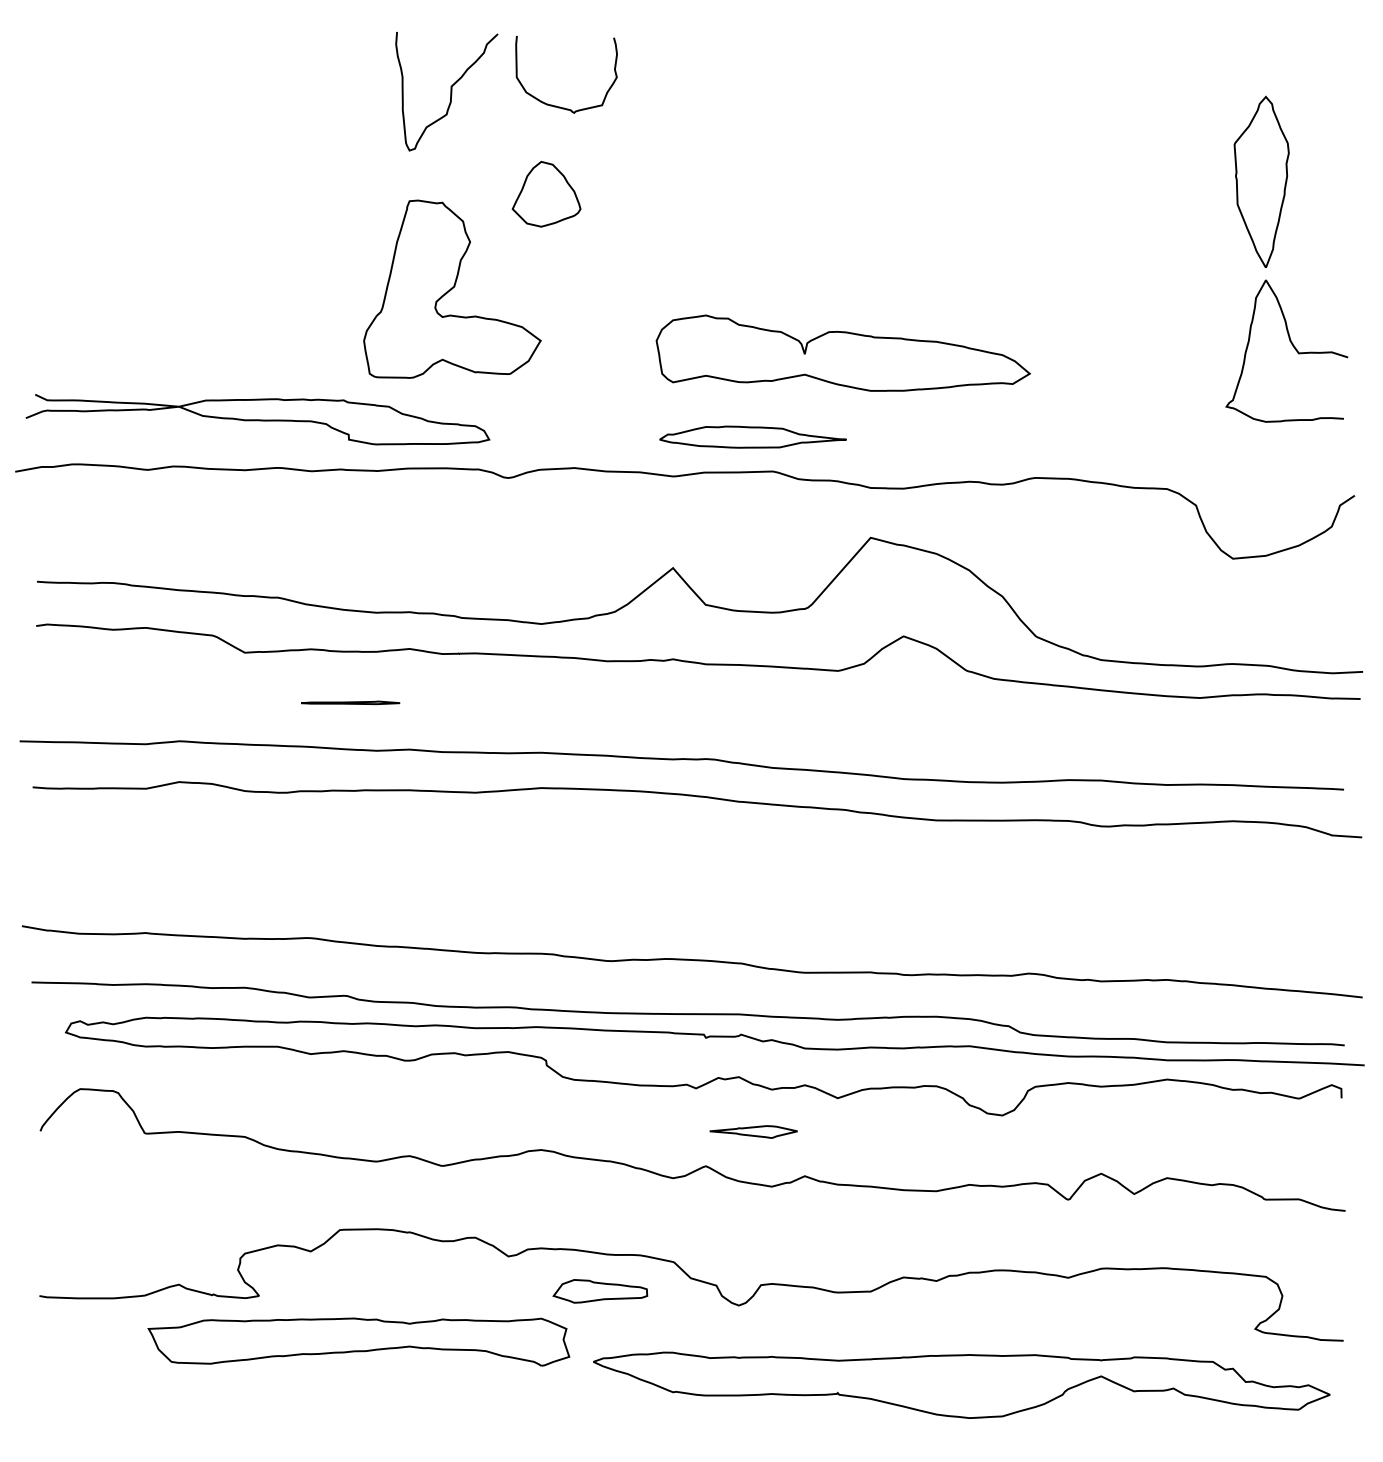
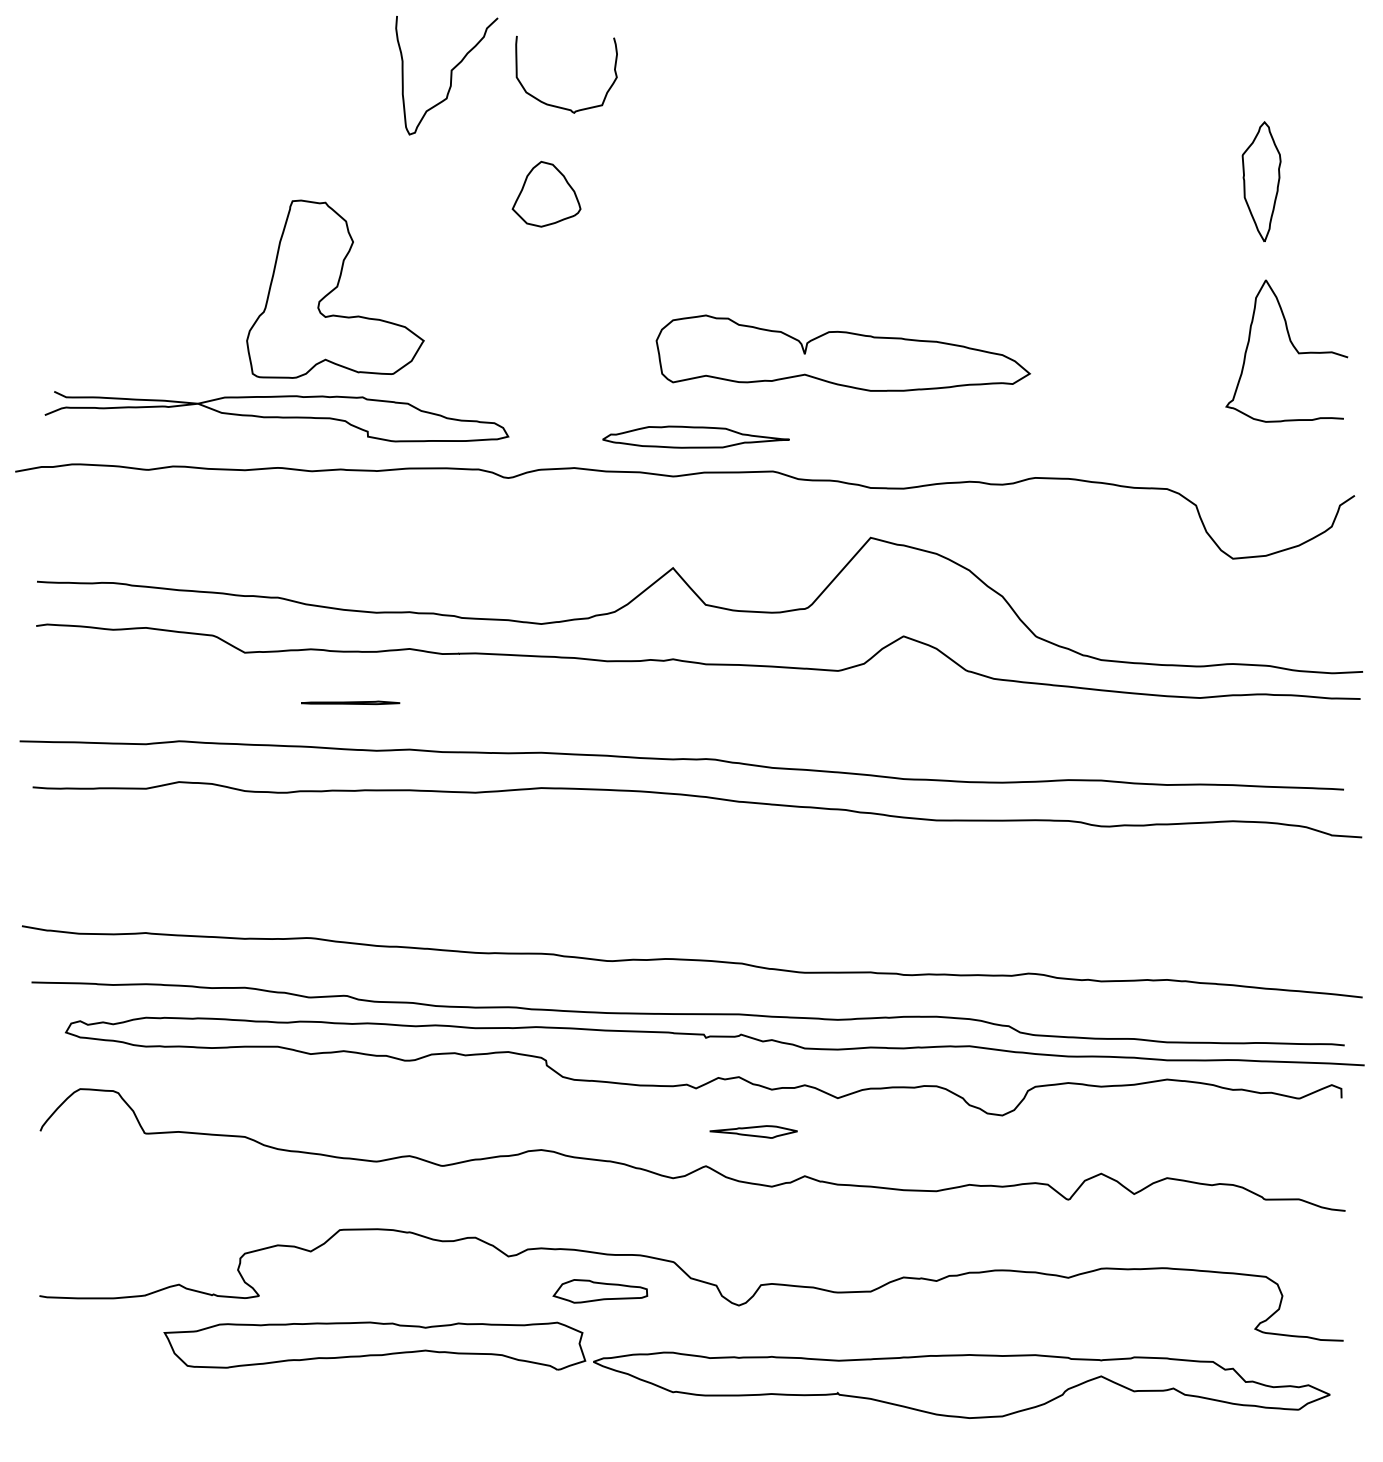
curve at (450, 91) position: (450, 91) -> (450, 75)
part at (1261, 181) size: 57x173 px -> 41x121 px
part at (452, 288) position: (452, 288) -> (335, 288)
part at (257, 419) position: (257, 419) -> (276, 416)
part at (752, 436) position: (752, 436) -> (695, 436)
part at (358, 1341) position: (358, 1341) -> (374, 1345)
